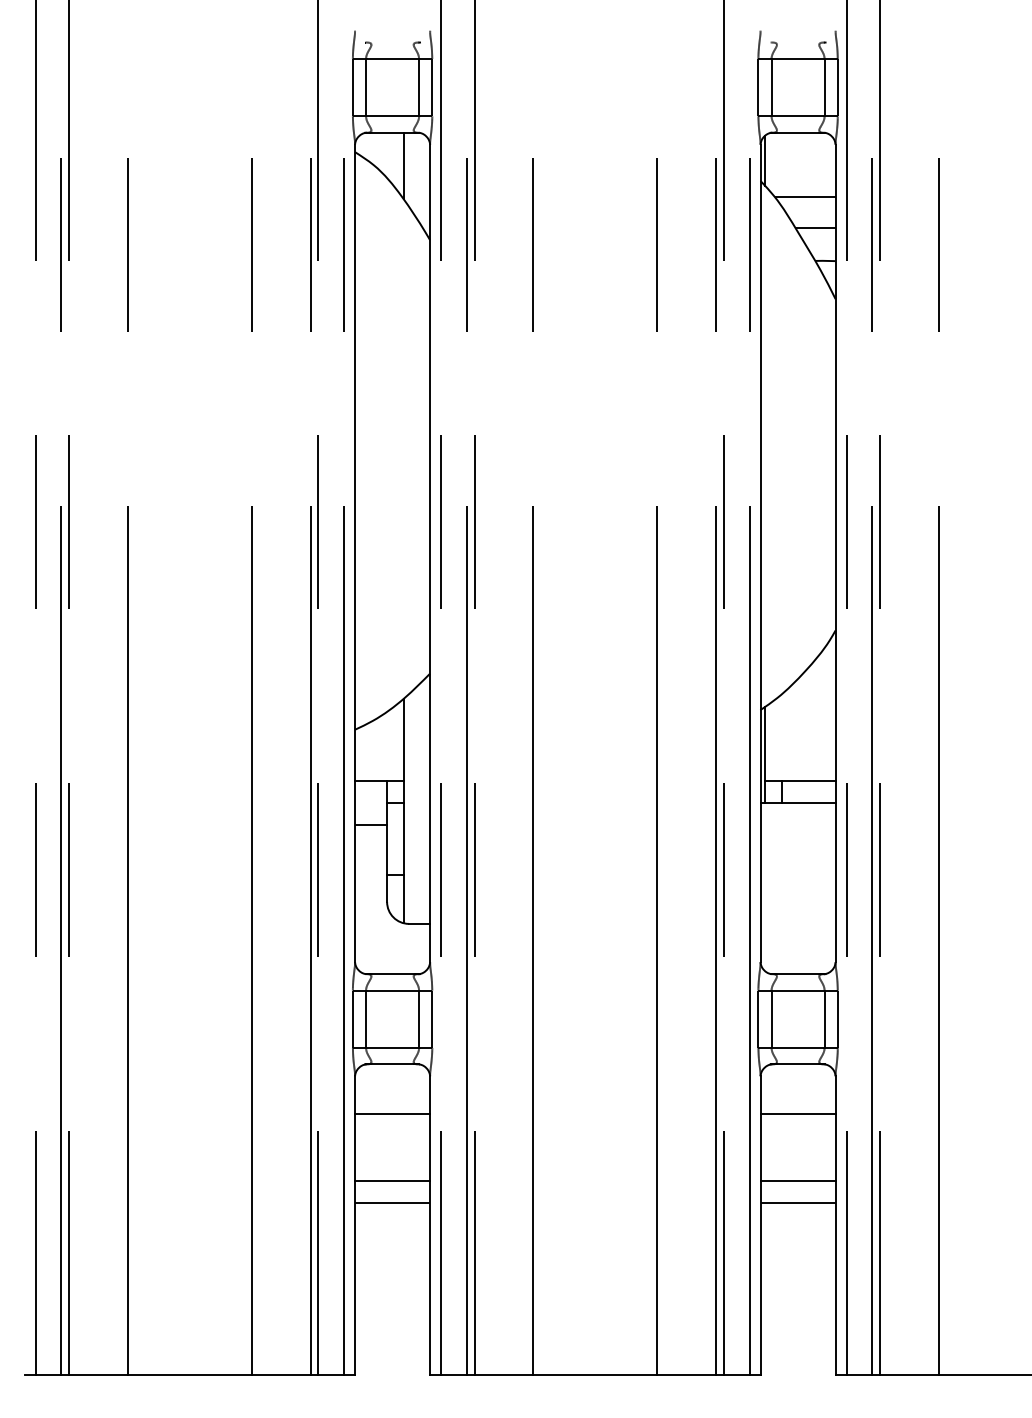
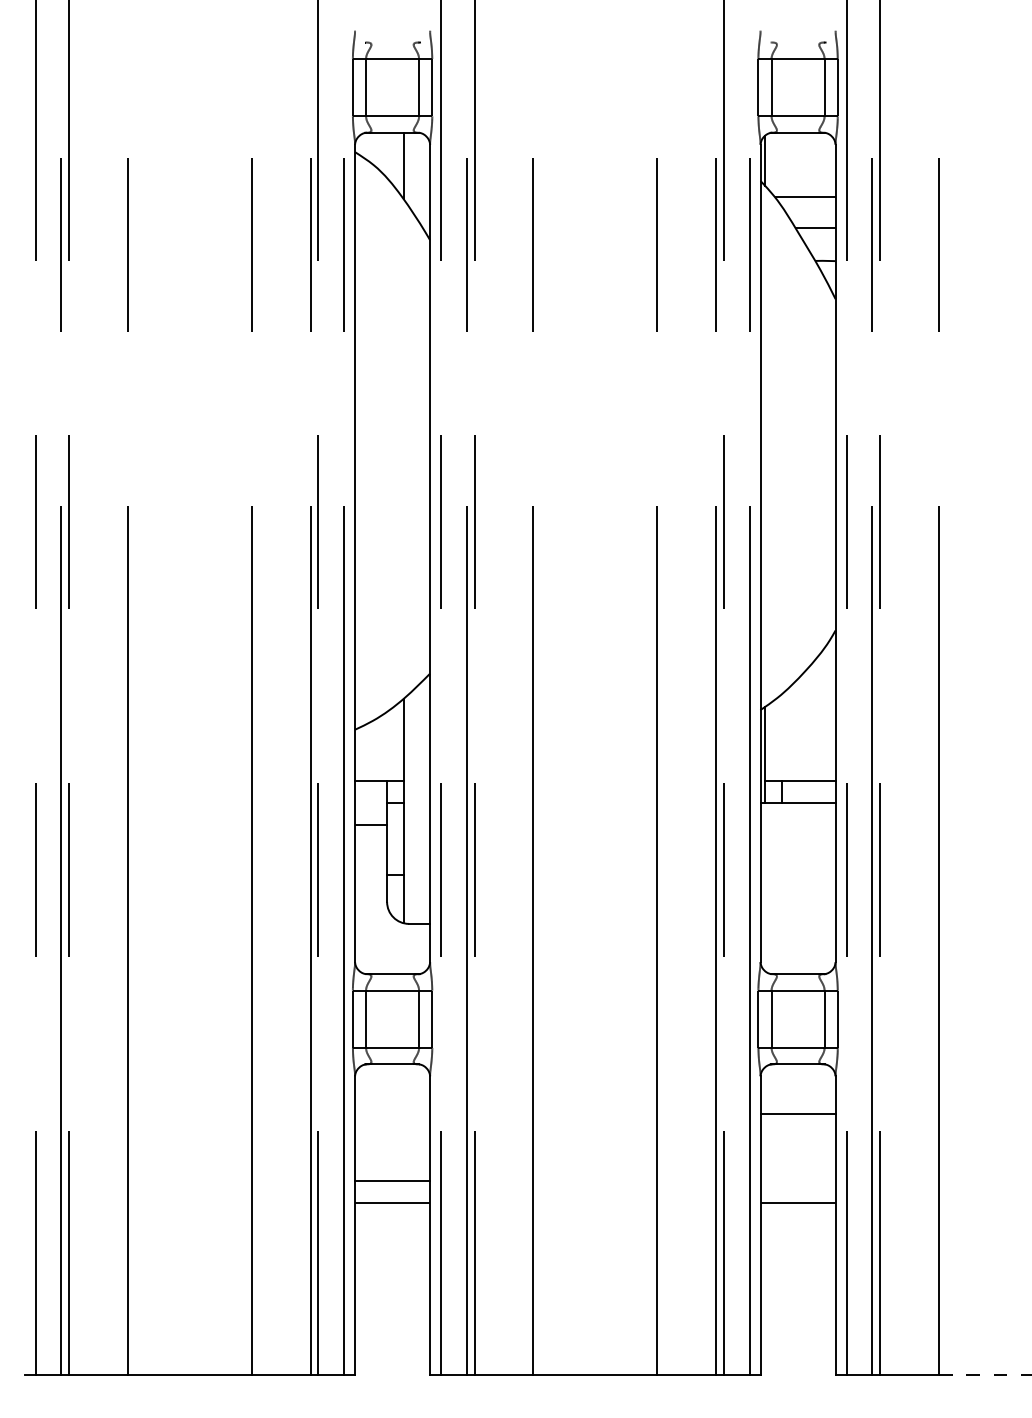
line at (392, 1113): present -> none
line at (797, 1181): present -> none
line at (985, 1375): solid -> dashed
